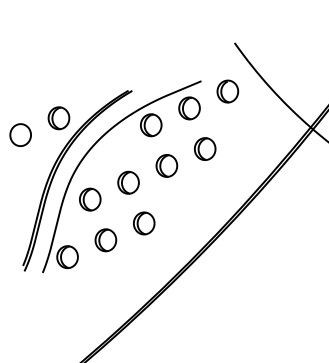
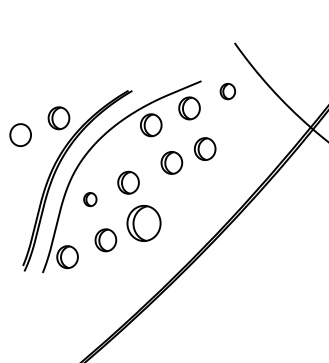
part at (227, 91) size: 24x25 px -> 17x18 px
part at (166, 165) position: (166, 165) -> (171, 162)
part at (90, 199) size: 23x25 px -> 15x16 px
part at (144, 223) size: 23x25 px -> 36x37 px
